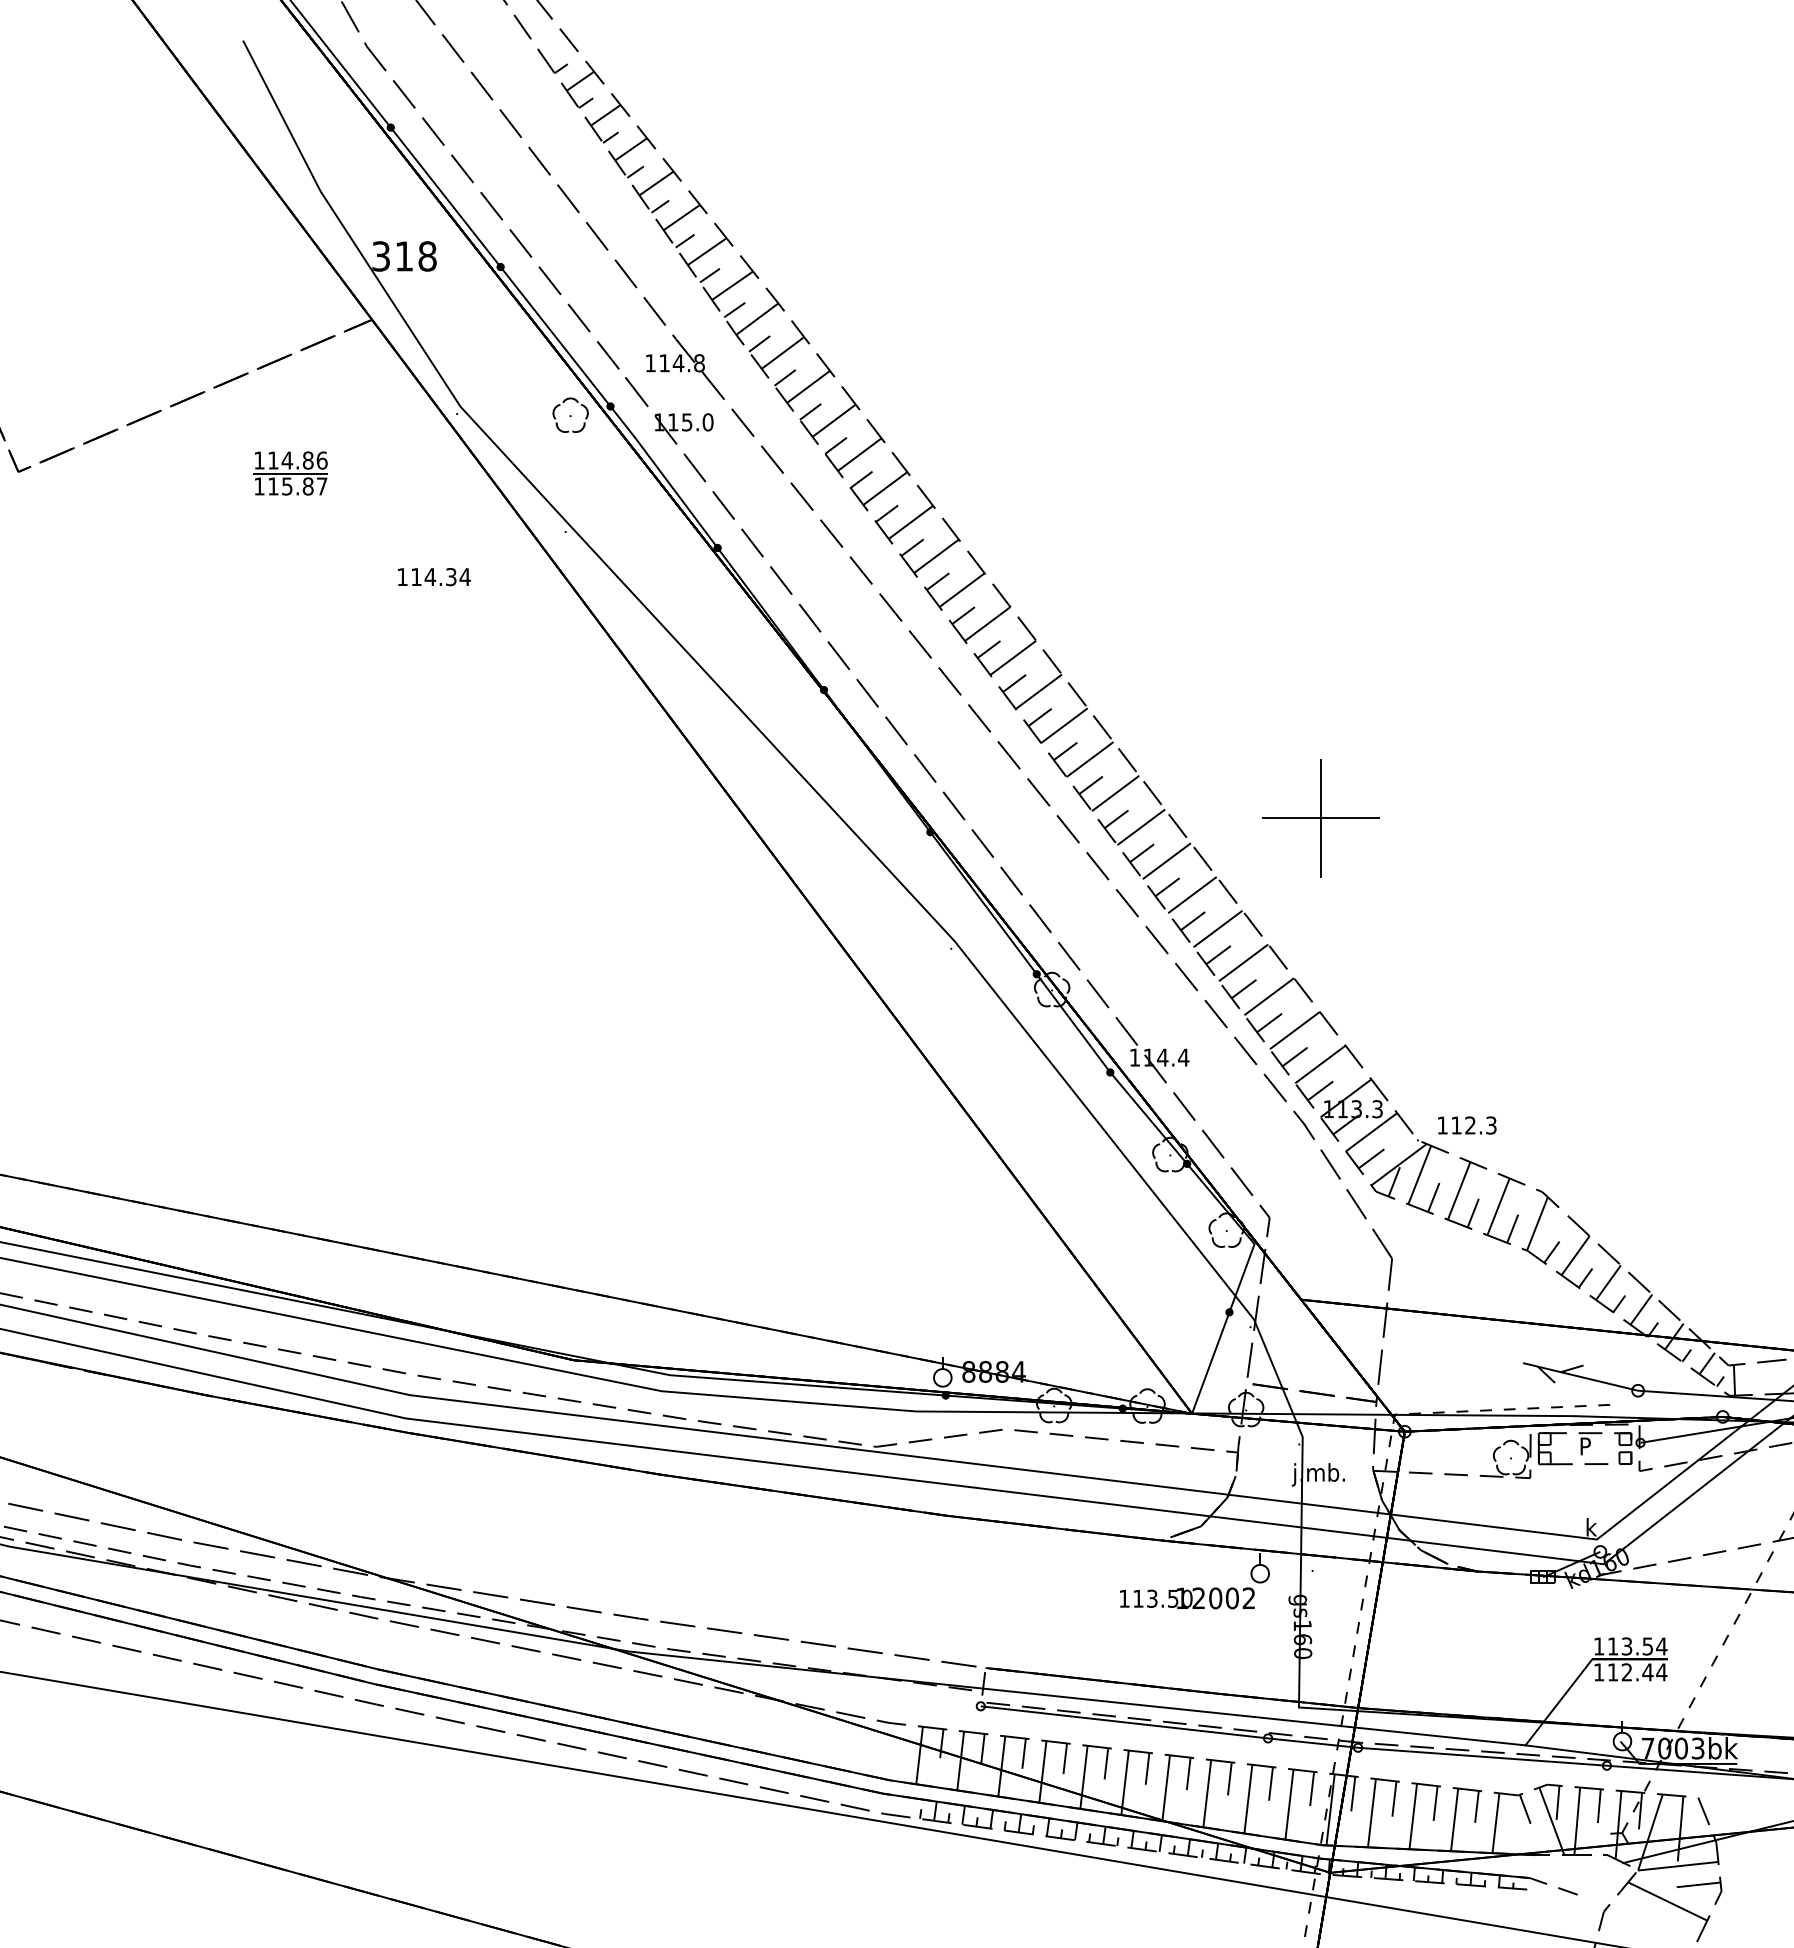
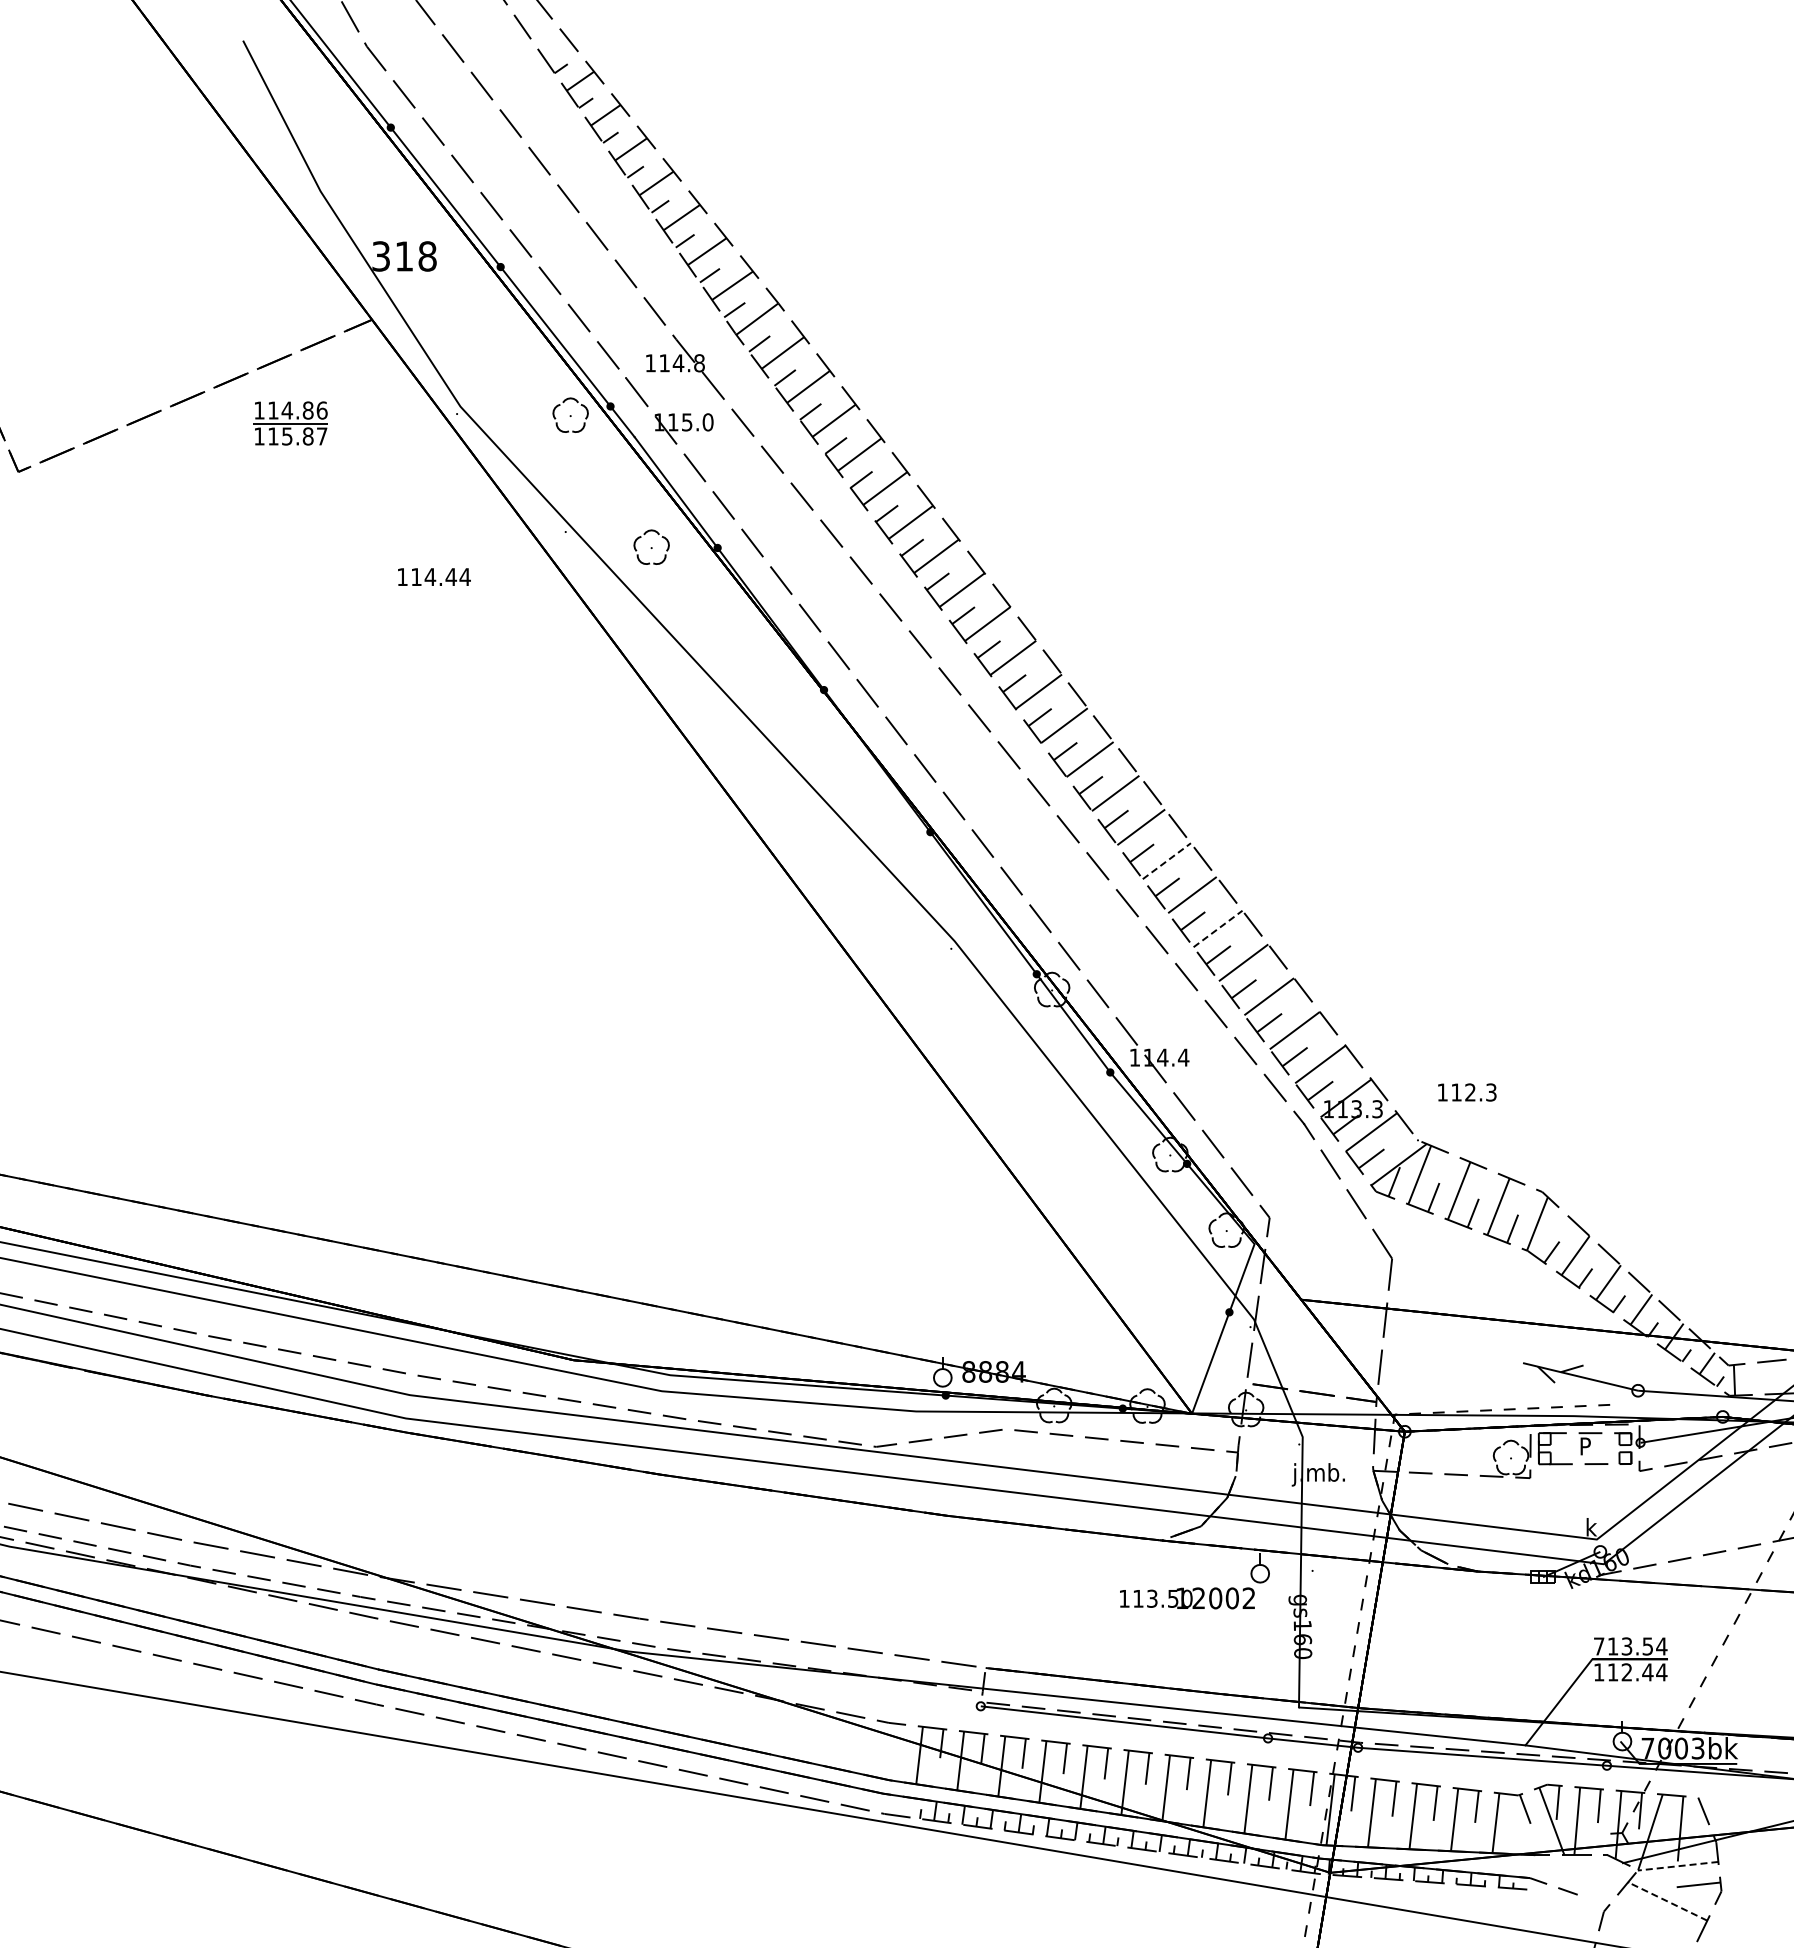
part at (290, 473) position: (290, 473) -> (290, 423)
part at (651, 546): none -> present
text at (451, 577): 114.34 -> 114.44
part at (1320, 818): present -> none
line at (1167, 860): solid -> dashed
line at (1218, 928): solid -> dashed
text at (1467, 1125) position: (1467, 1125) -> (1467, 1092)
text at (1599, 1646): 113.54 -> 713.54
line at (1677, 1866): solid -> dashed
line at (1667, 1901): solid -> dashed
